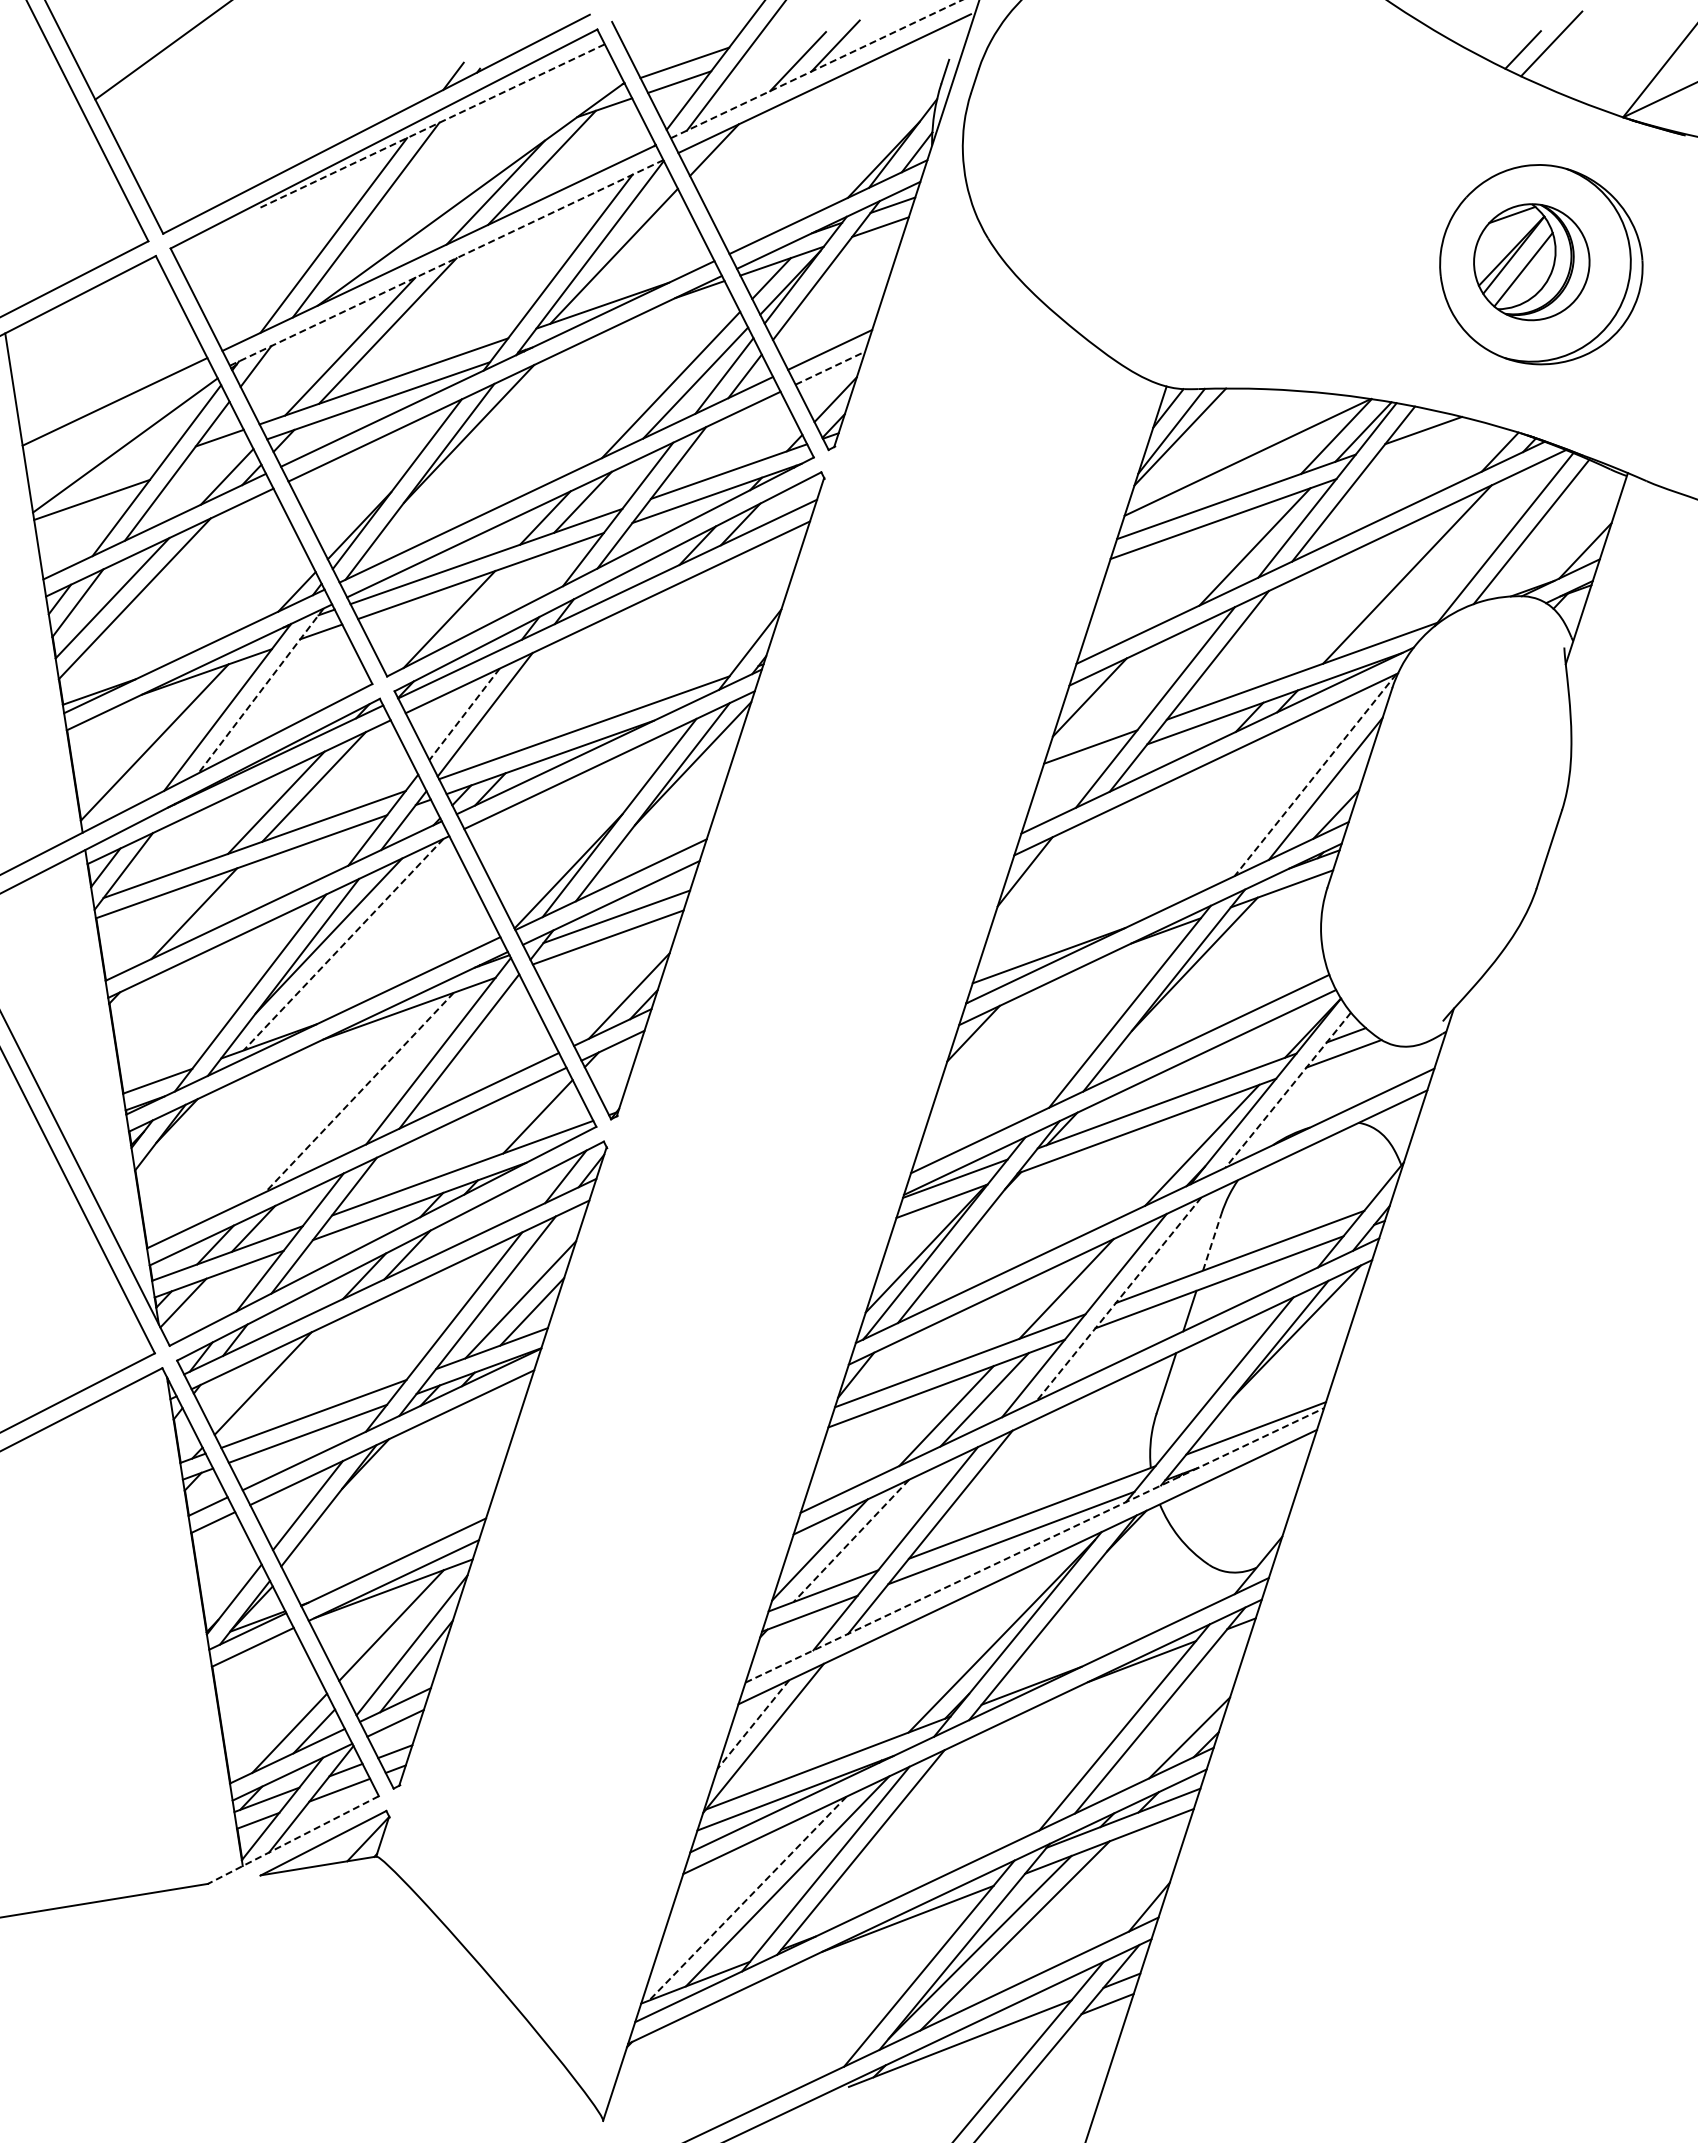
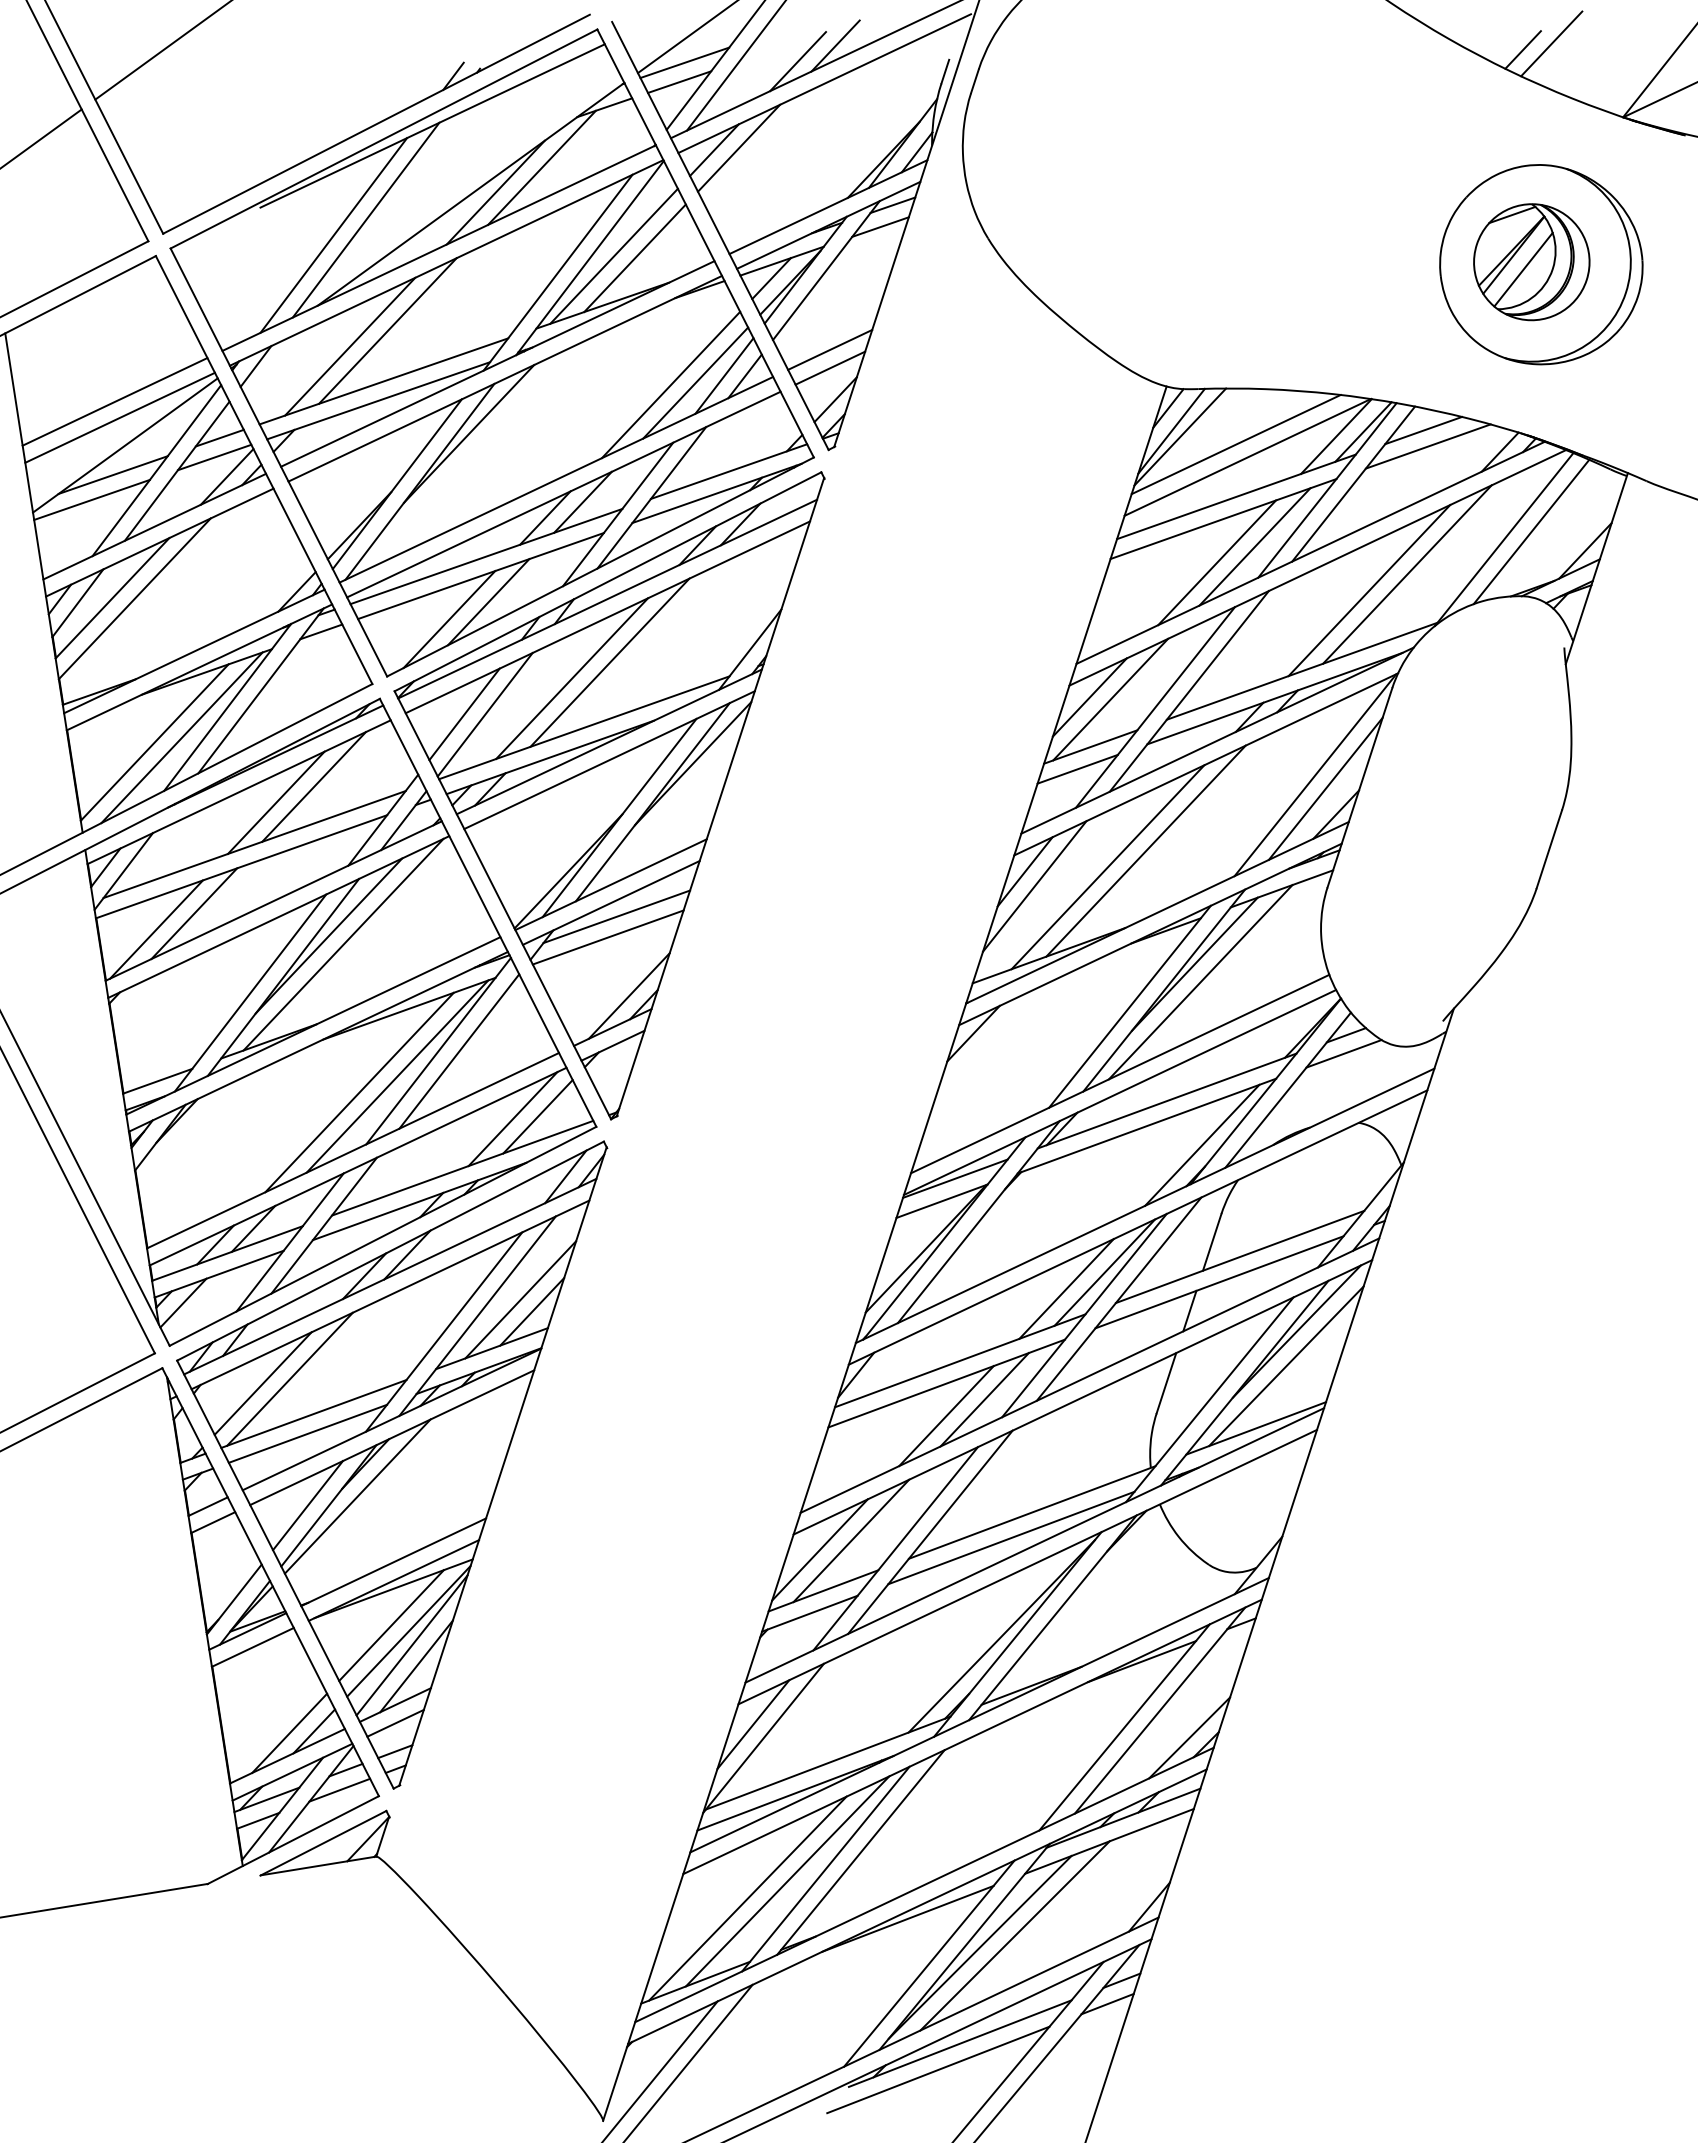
line at (686, 37): none -> present
line at (816, 69): dashed -> solid
line at (432, 125): dashed -> solid
line at (41, 138): none -> present
line at (738, 147): none -> present
line at (634, 258): none -> present
line at (446, 262): dashed -> solid
line at (830, 368): dashed -> solid
line at (119, 417): none -> present
line at (1235, 444): none -> present
line at (1427, 446): none -> present
line at (214, 457): none -> present
line at (112, 474): none -> present
line at (1217, 562): none -> present
line at (1369, 590): none -> present
line at (488, 602): none -> present
line at (609, 662): none -> present
line at (572, 678): none -> present
line at (261, 690): dashed -> solid
line at (1110, 699): none -> present
line at (464, 714): dashed -> solid
line at (181, 737): none -> present
line at (1077, 768): none -> present
line at (1315, 775): dashed -> solid
line at (1145, 850): none -> present
line at (1107, 867): none -> present
line at (1034, 886): none -> present
line at (156, 929): none -> present
line at (343, 944): dashed -> solid
line at (1200, 982): none -> present
line at (397, 1076): none -> present
line at (1288, 1090): dashed -> solid
line at (359, 1092): dashed -> solid
line at (512, 1119): none -> present
line at (1212, 1242): dashed -> solid
line at (1104, 1272): none -> present
line at (1119, 1299): dashed -> solid
line at (1286, 1366): none -> present
line at (289, 1378): none -> present
line at (357, 1496): none -> present
line at (851, 1541): dashed -> solid
line at (1035, 1545): dashed -> solid
line at (408, 1631): none -> present
line at (753, 1724): dashed -> solid
line at (292, 1840): dashed -> solid
line at (747, 1898): dashed -> solid
line at (688, 2061): none -> present
line at (938, 2069): none -> present
line at (660, 2070): none -> present
